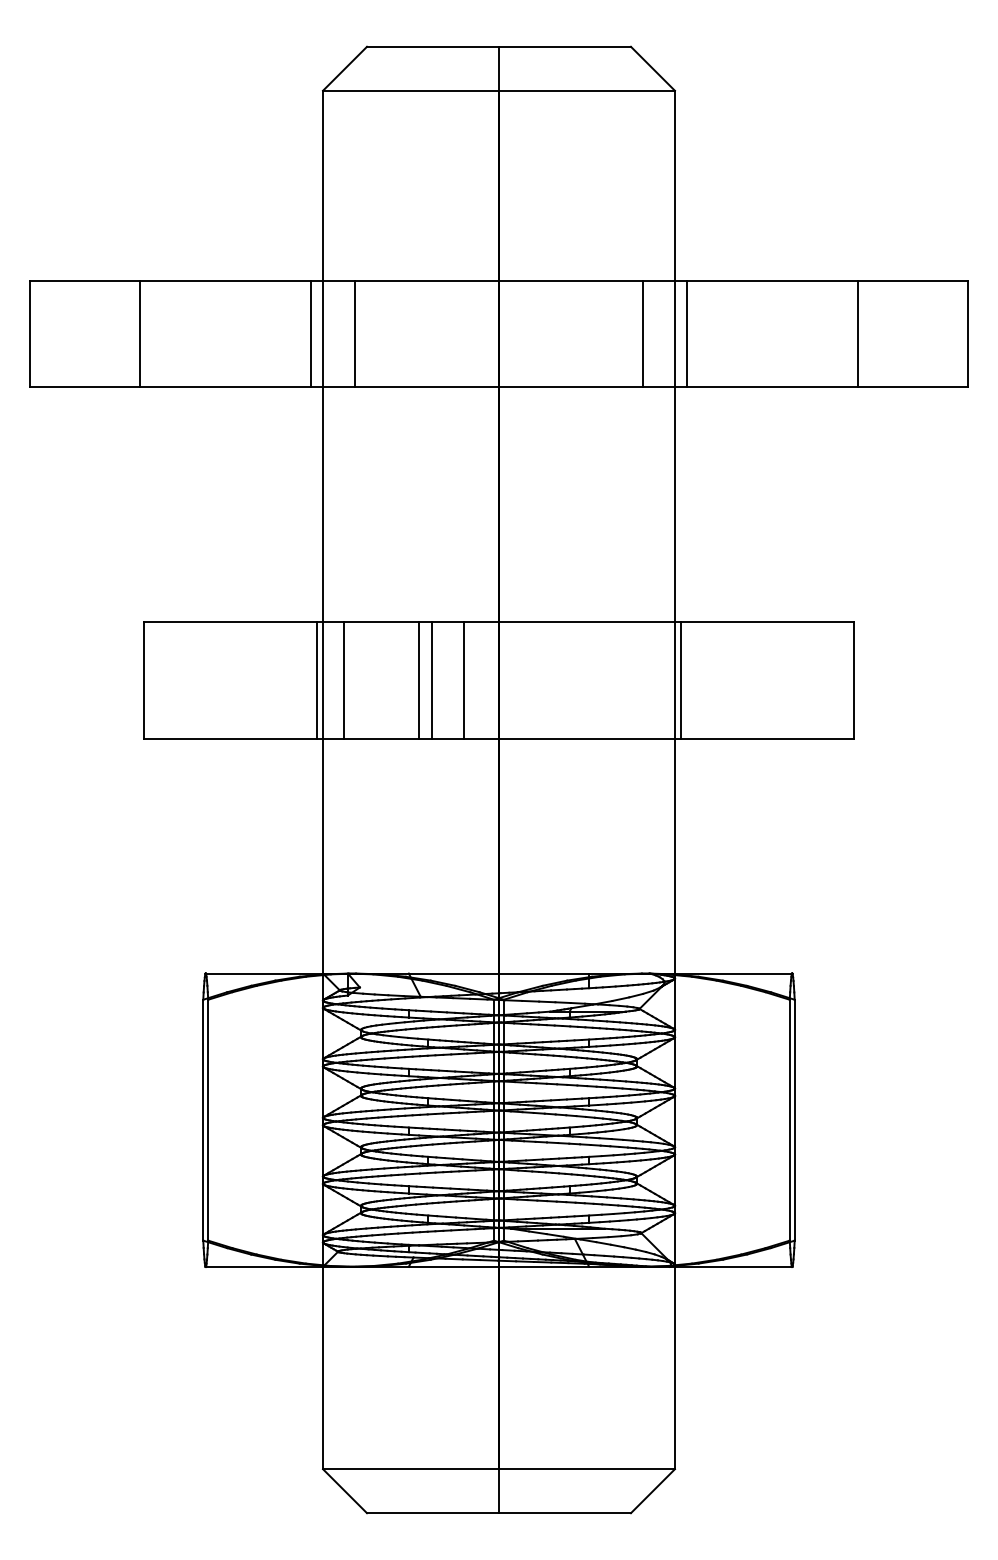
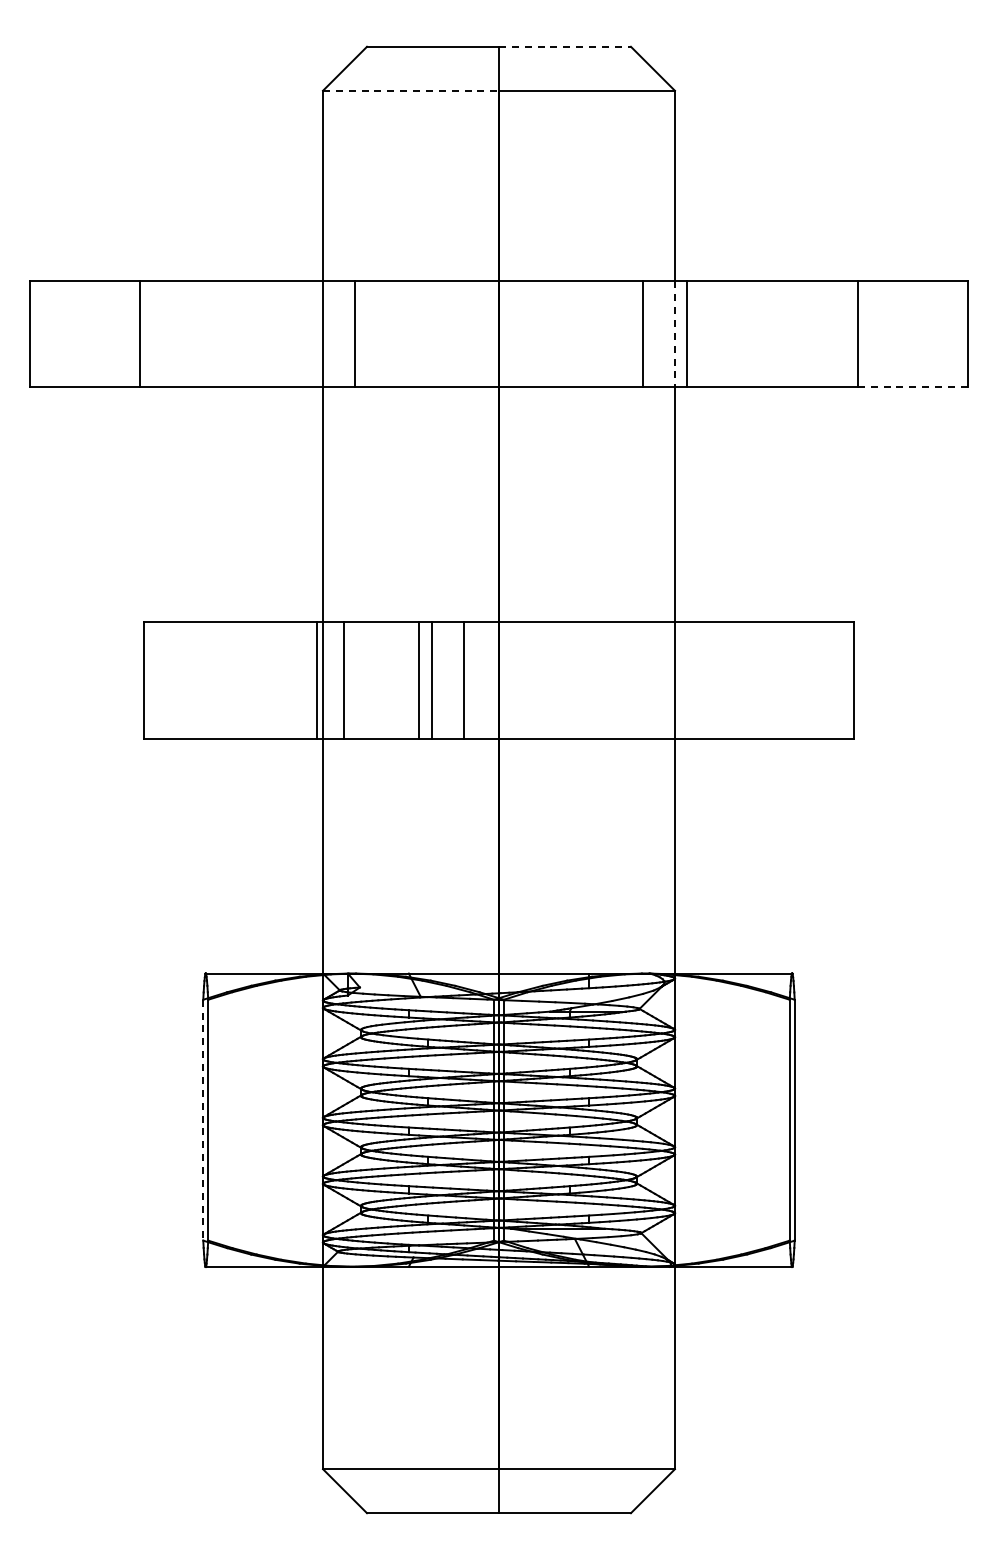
line at (564, 46): solid -> dashed
line at (411, 90): solid -> dashed
line at (311, 334): present -> none
line at (674, 334): solid -> dashed
line at (913, 387): solid -> dashed
line at (680, 679): present -> none
line at (203, 1120): solid -> dashed
